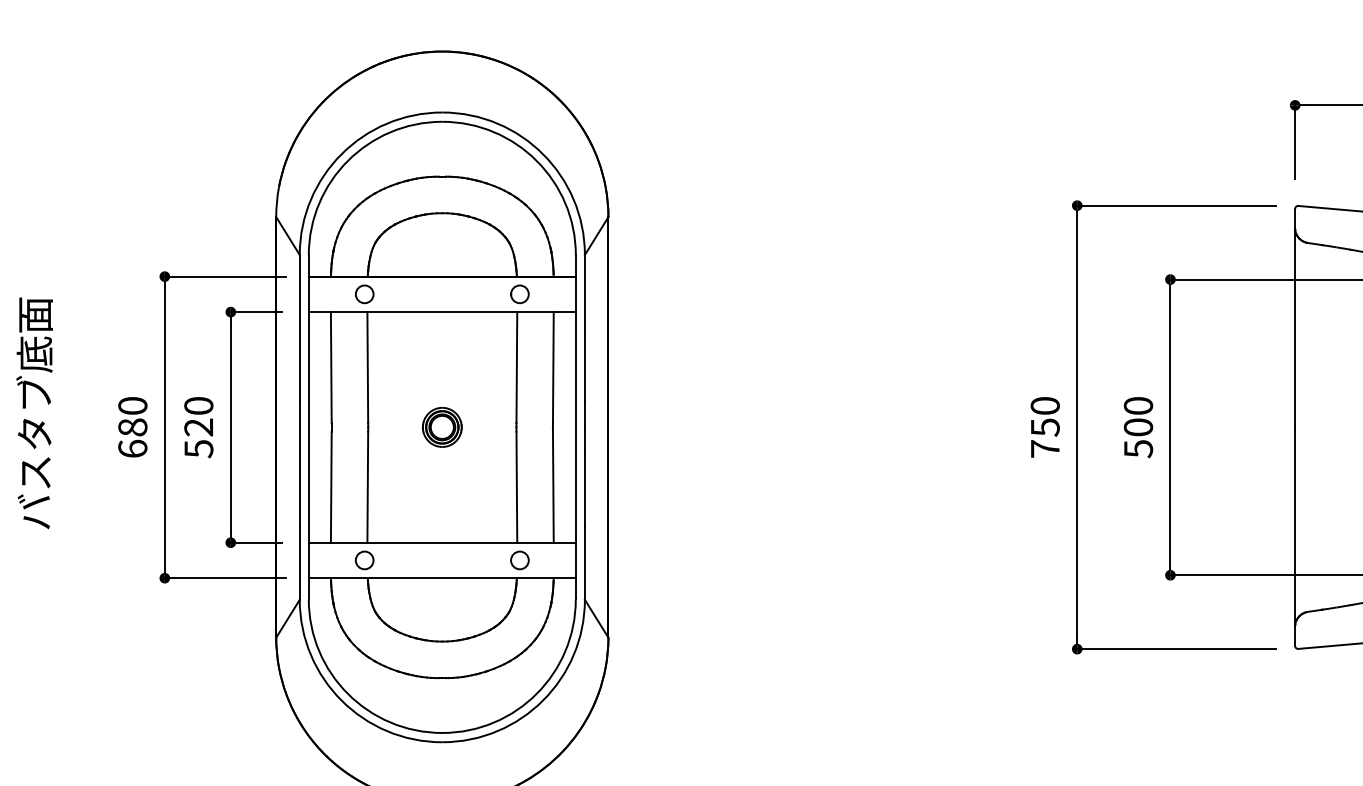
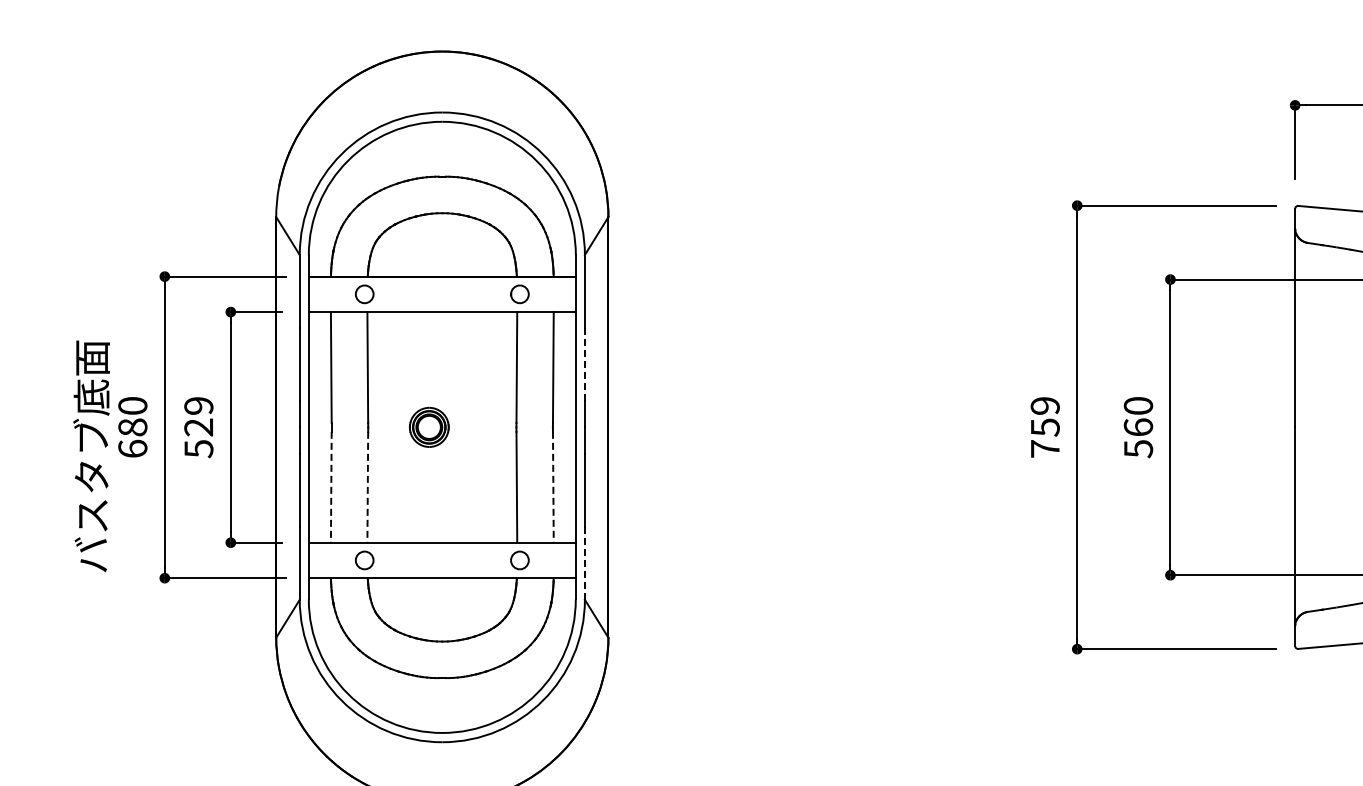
line at (584, 364): solid -> dashed
text at (198, 405): 520 -> 529
text at (1044, 405): 750 -> 759
text at (34, 413) position: (34, 413) -> (91, 456)
part at (441, 427) position: (441, 427) -> (428, 427)
text at (1138, 427): 500 -> 560
line at (331, 487): solid -> dashed
line at (367, 487): solid -> dashed
line at (553, 487): solid -> dashed
line at (584, 563): solid -> dashed
